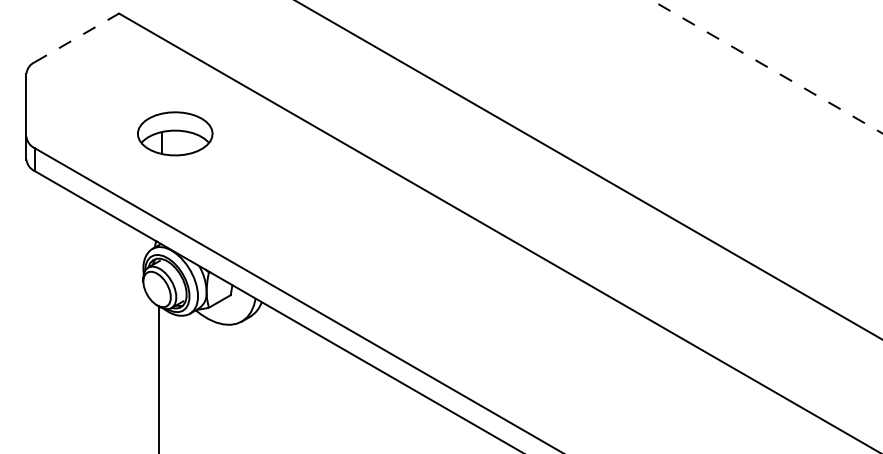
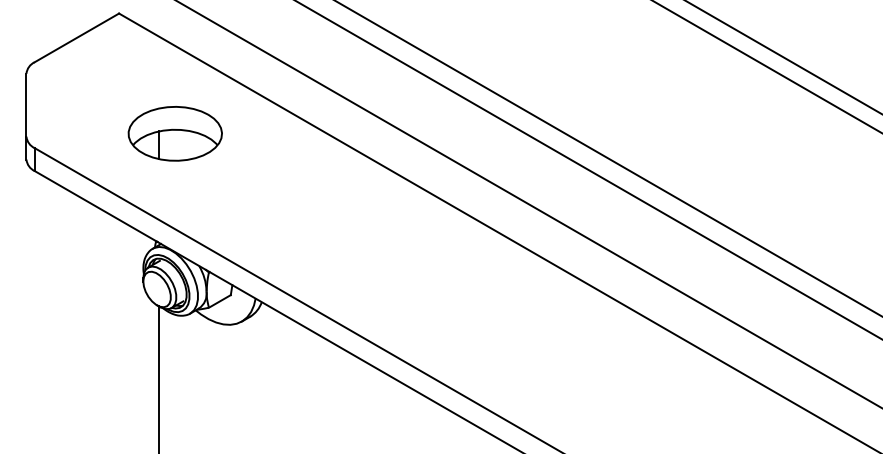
line at (76, 37): dashed -> solid
line at (783, 57): none -> present
line at (766, 66): dashed -> solid
part at (175, 133) size: 77x46 px -> 96x56 px
line at (608, 158): none -> present
line at (528, 204): none -> present
